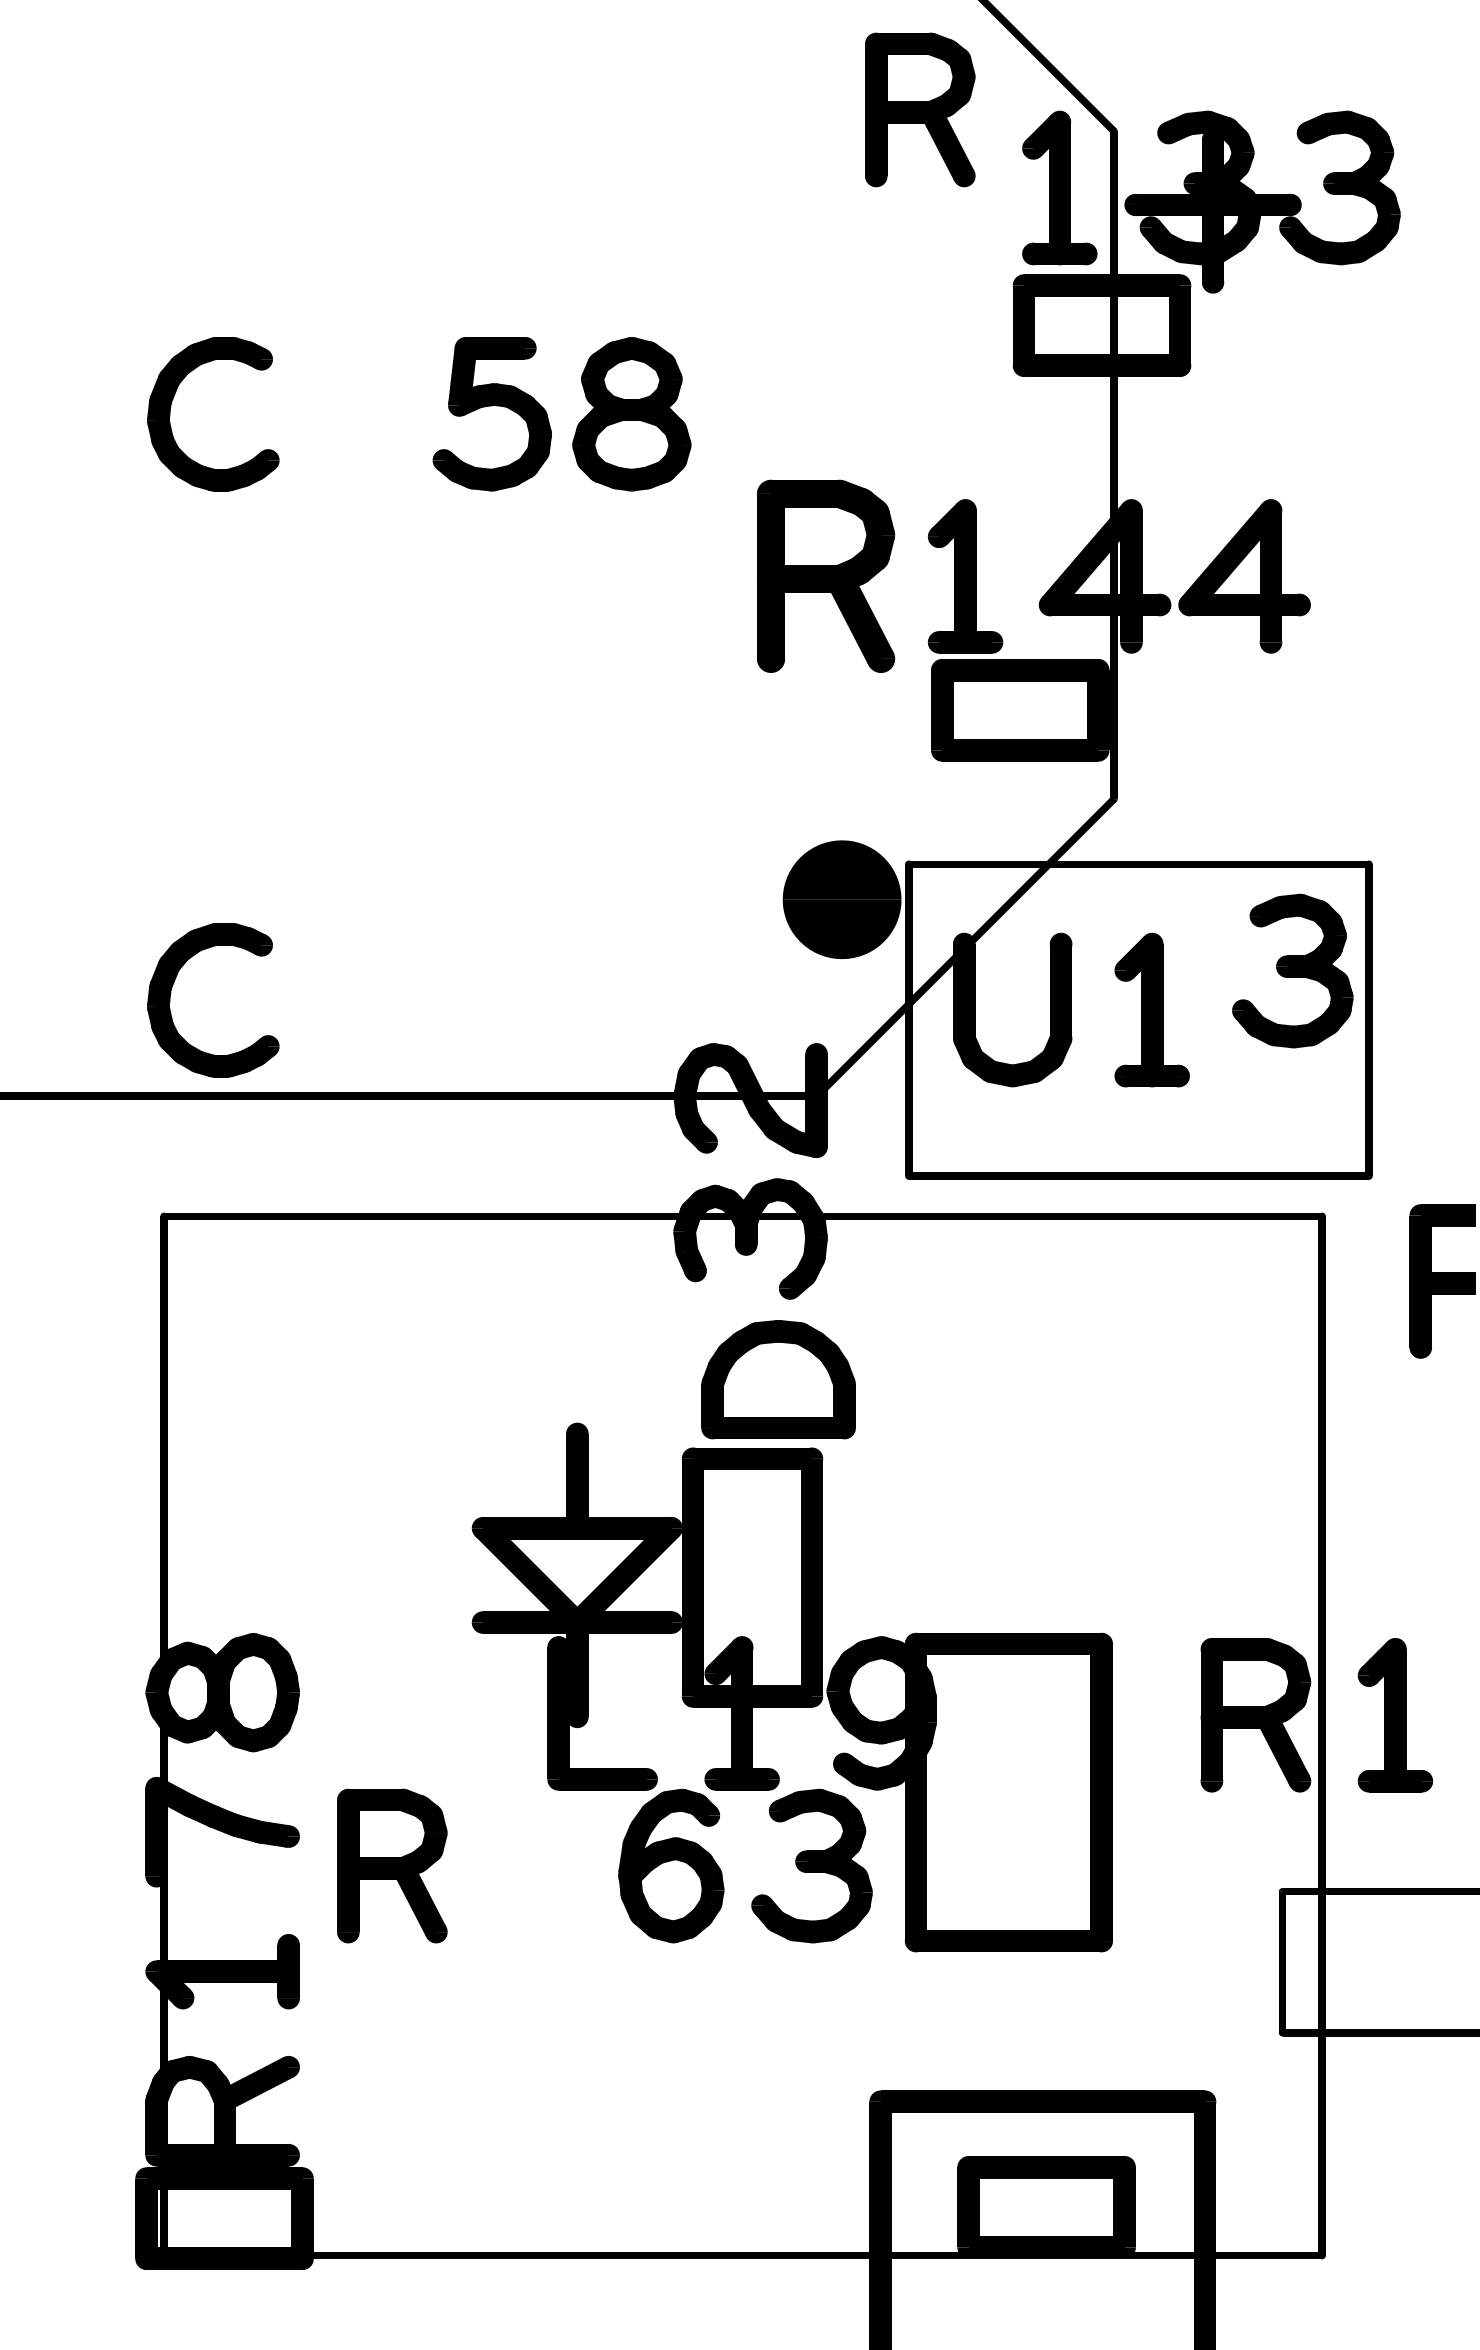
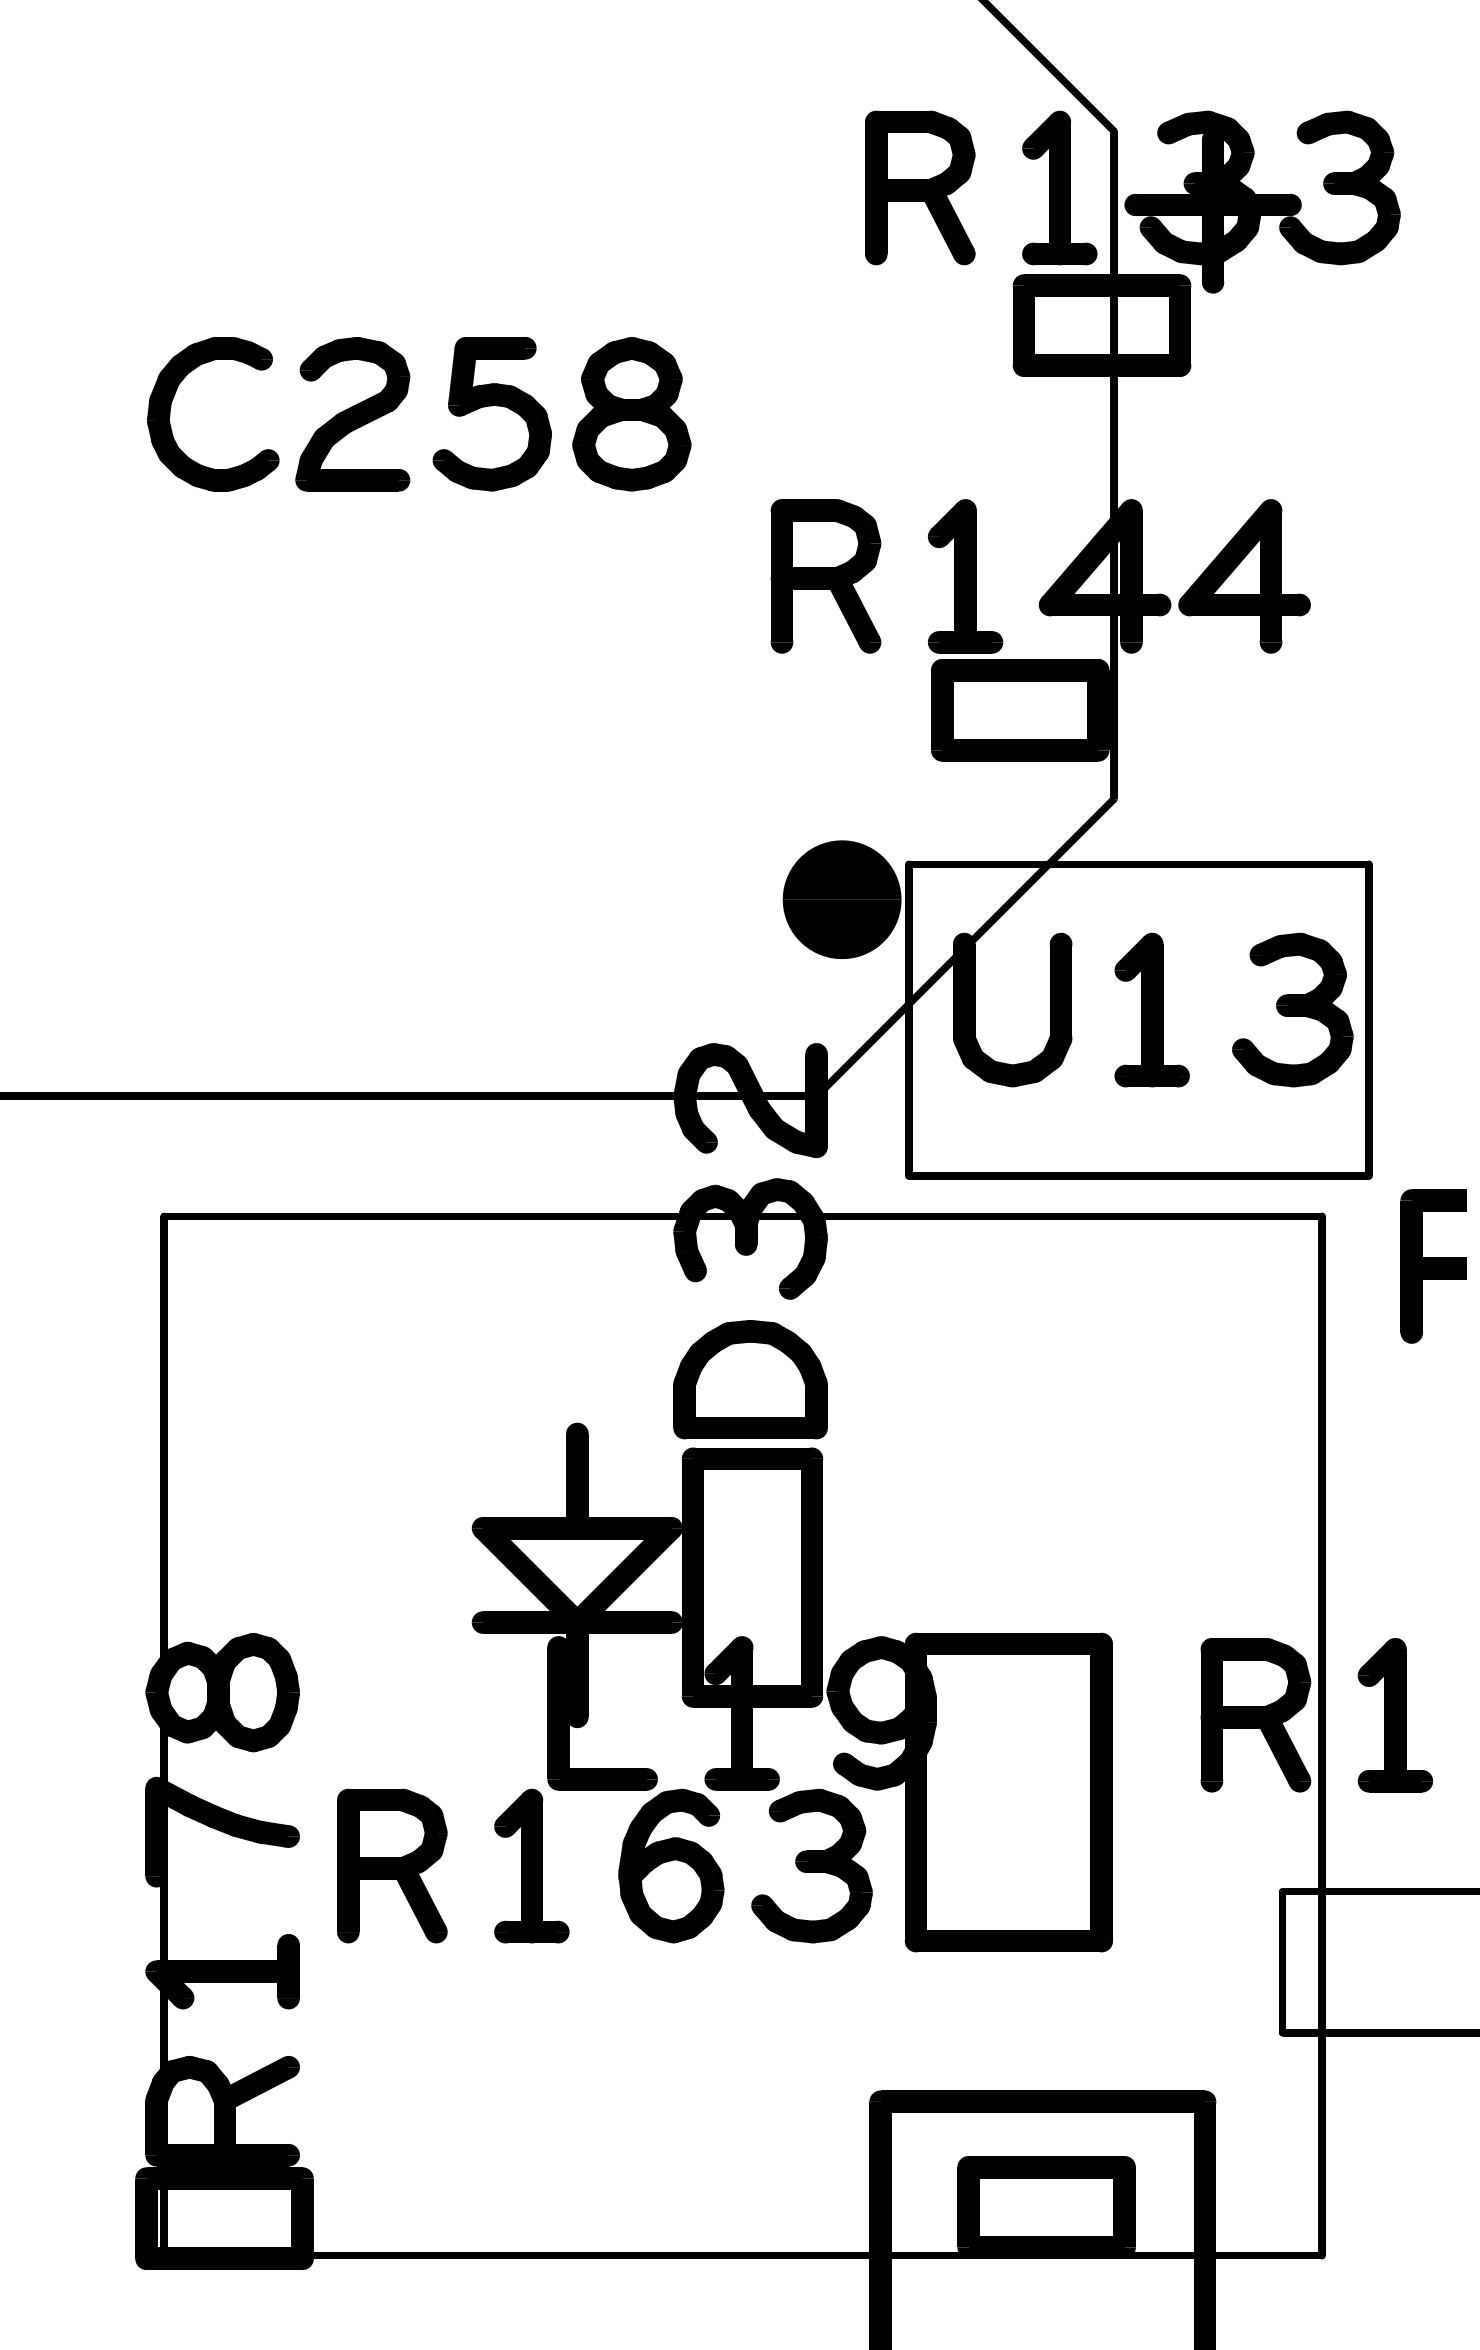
part at (920, 109) position: (920, 109) -> (920, 187)
part at (352, 414): none -> present
part at (826, 575) size: 139x194 px -> 112x155 px
part at (1292, 970) position: (1292, 970) -> (1292, 1009)
part at (171, 993): present -> none
part at (1442, 1281) position: (1442, 1281) -> (1433, 1266)
part at (778, 1379) position: (778, 1379) -> (750, 1379)
part at (531, 1865): none -> present
